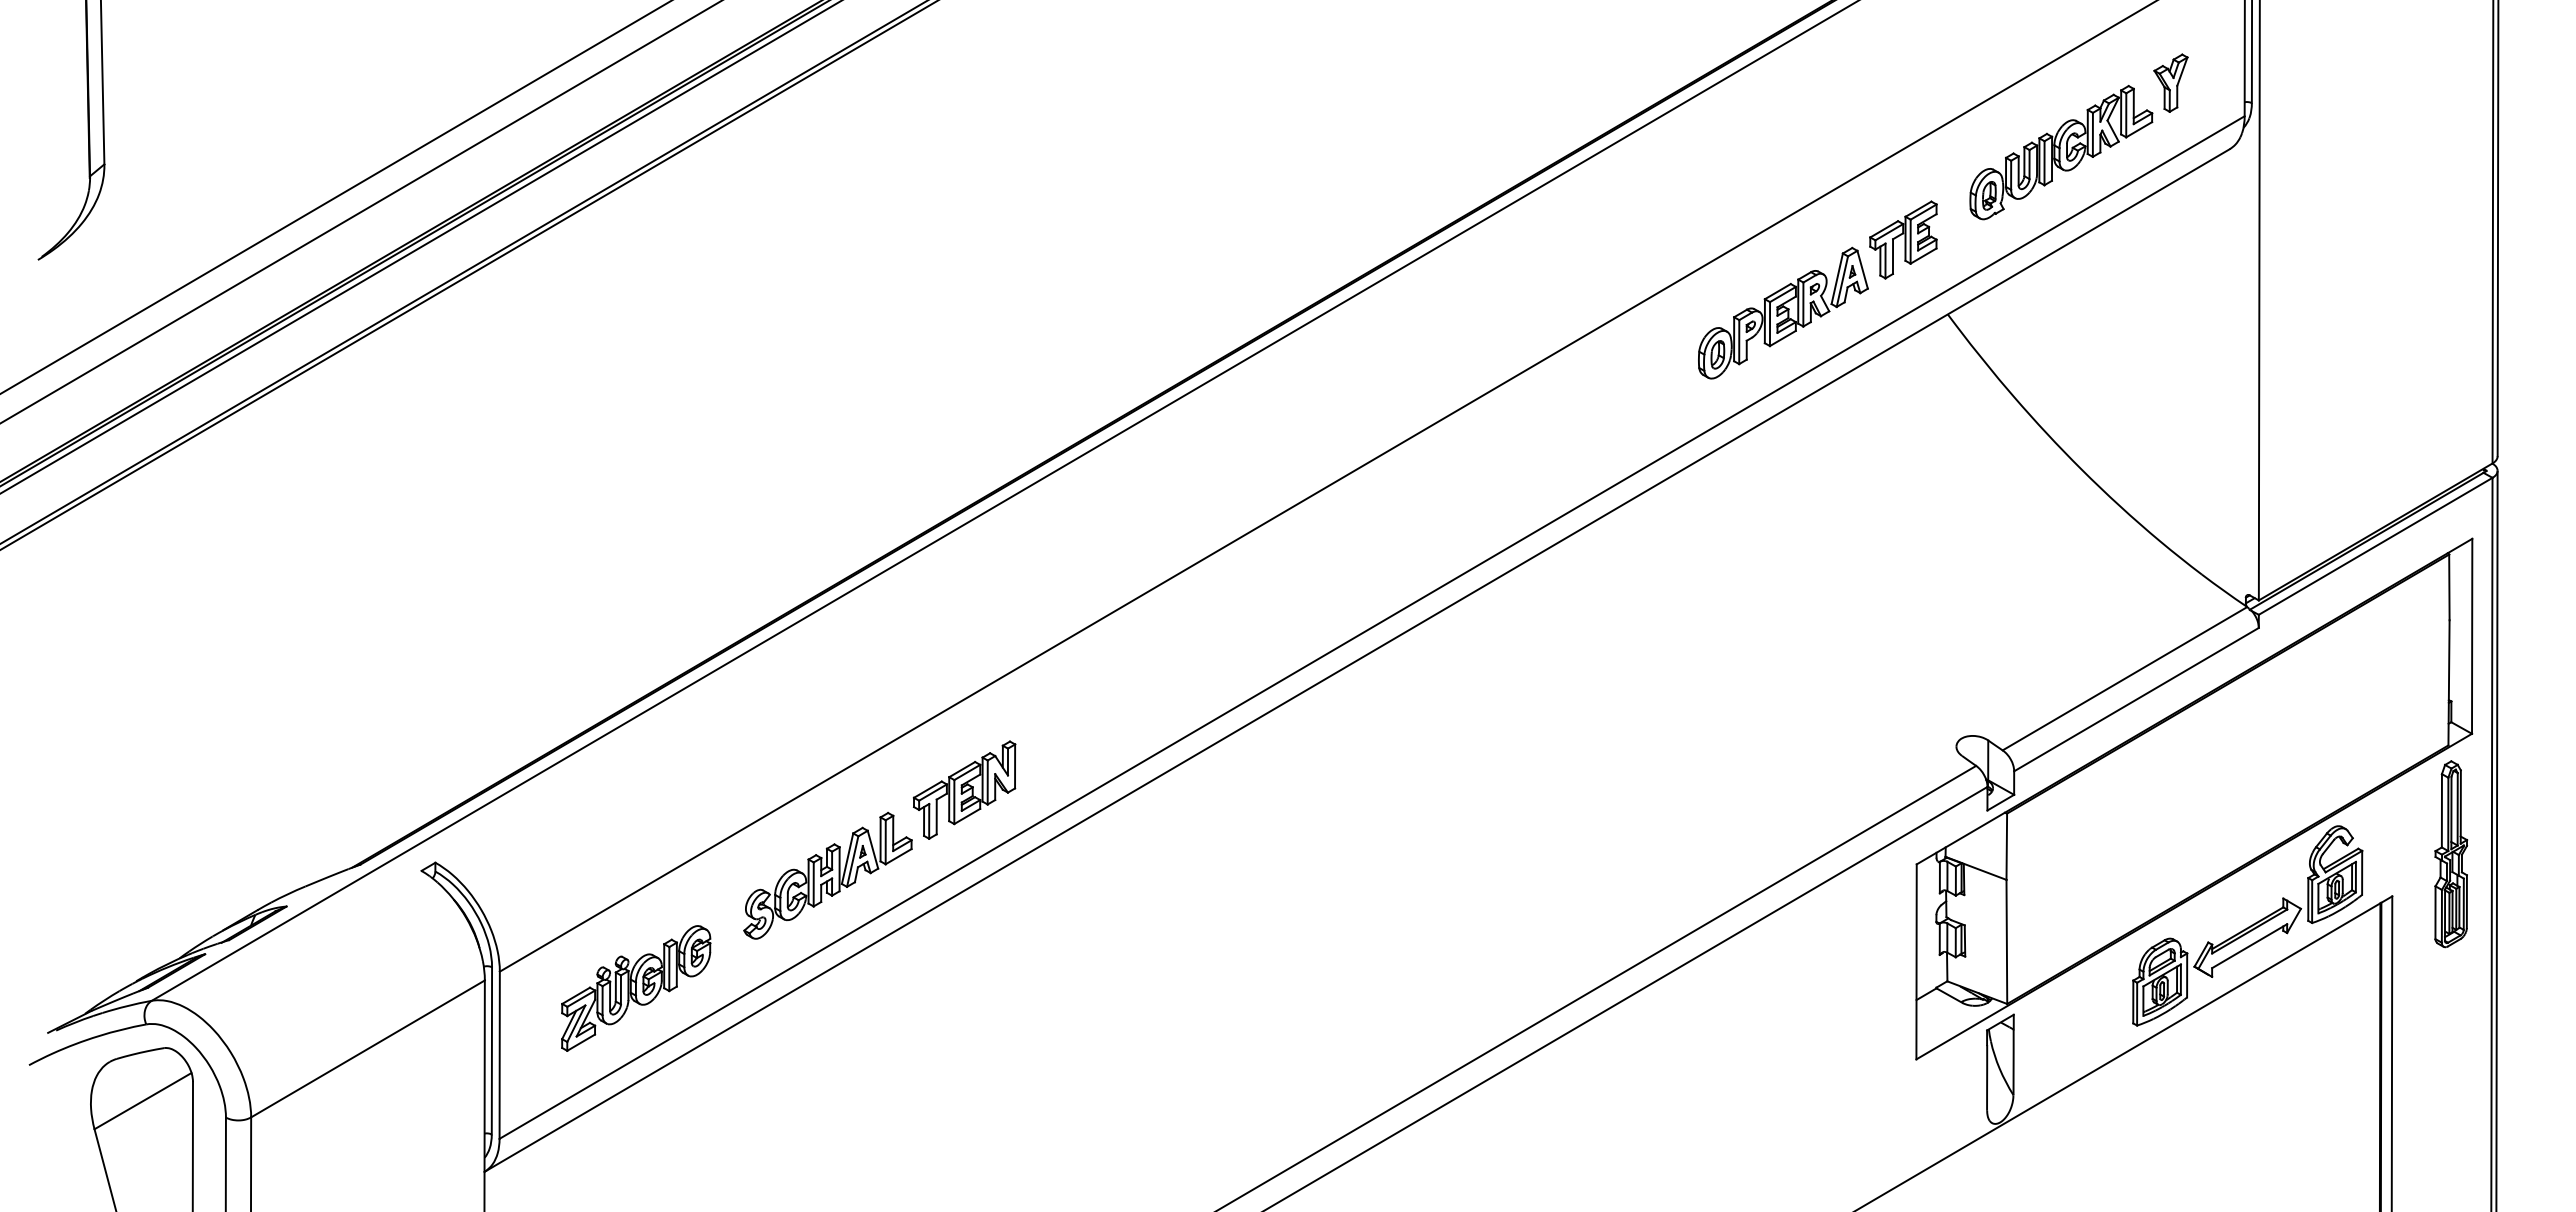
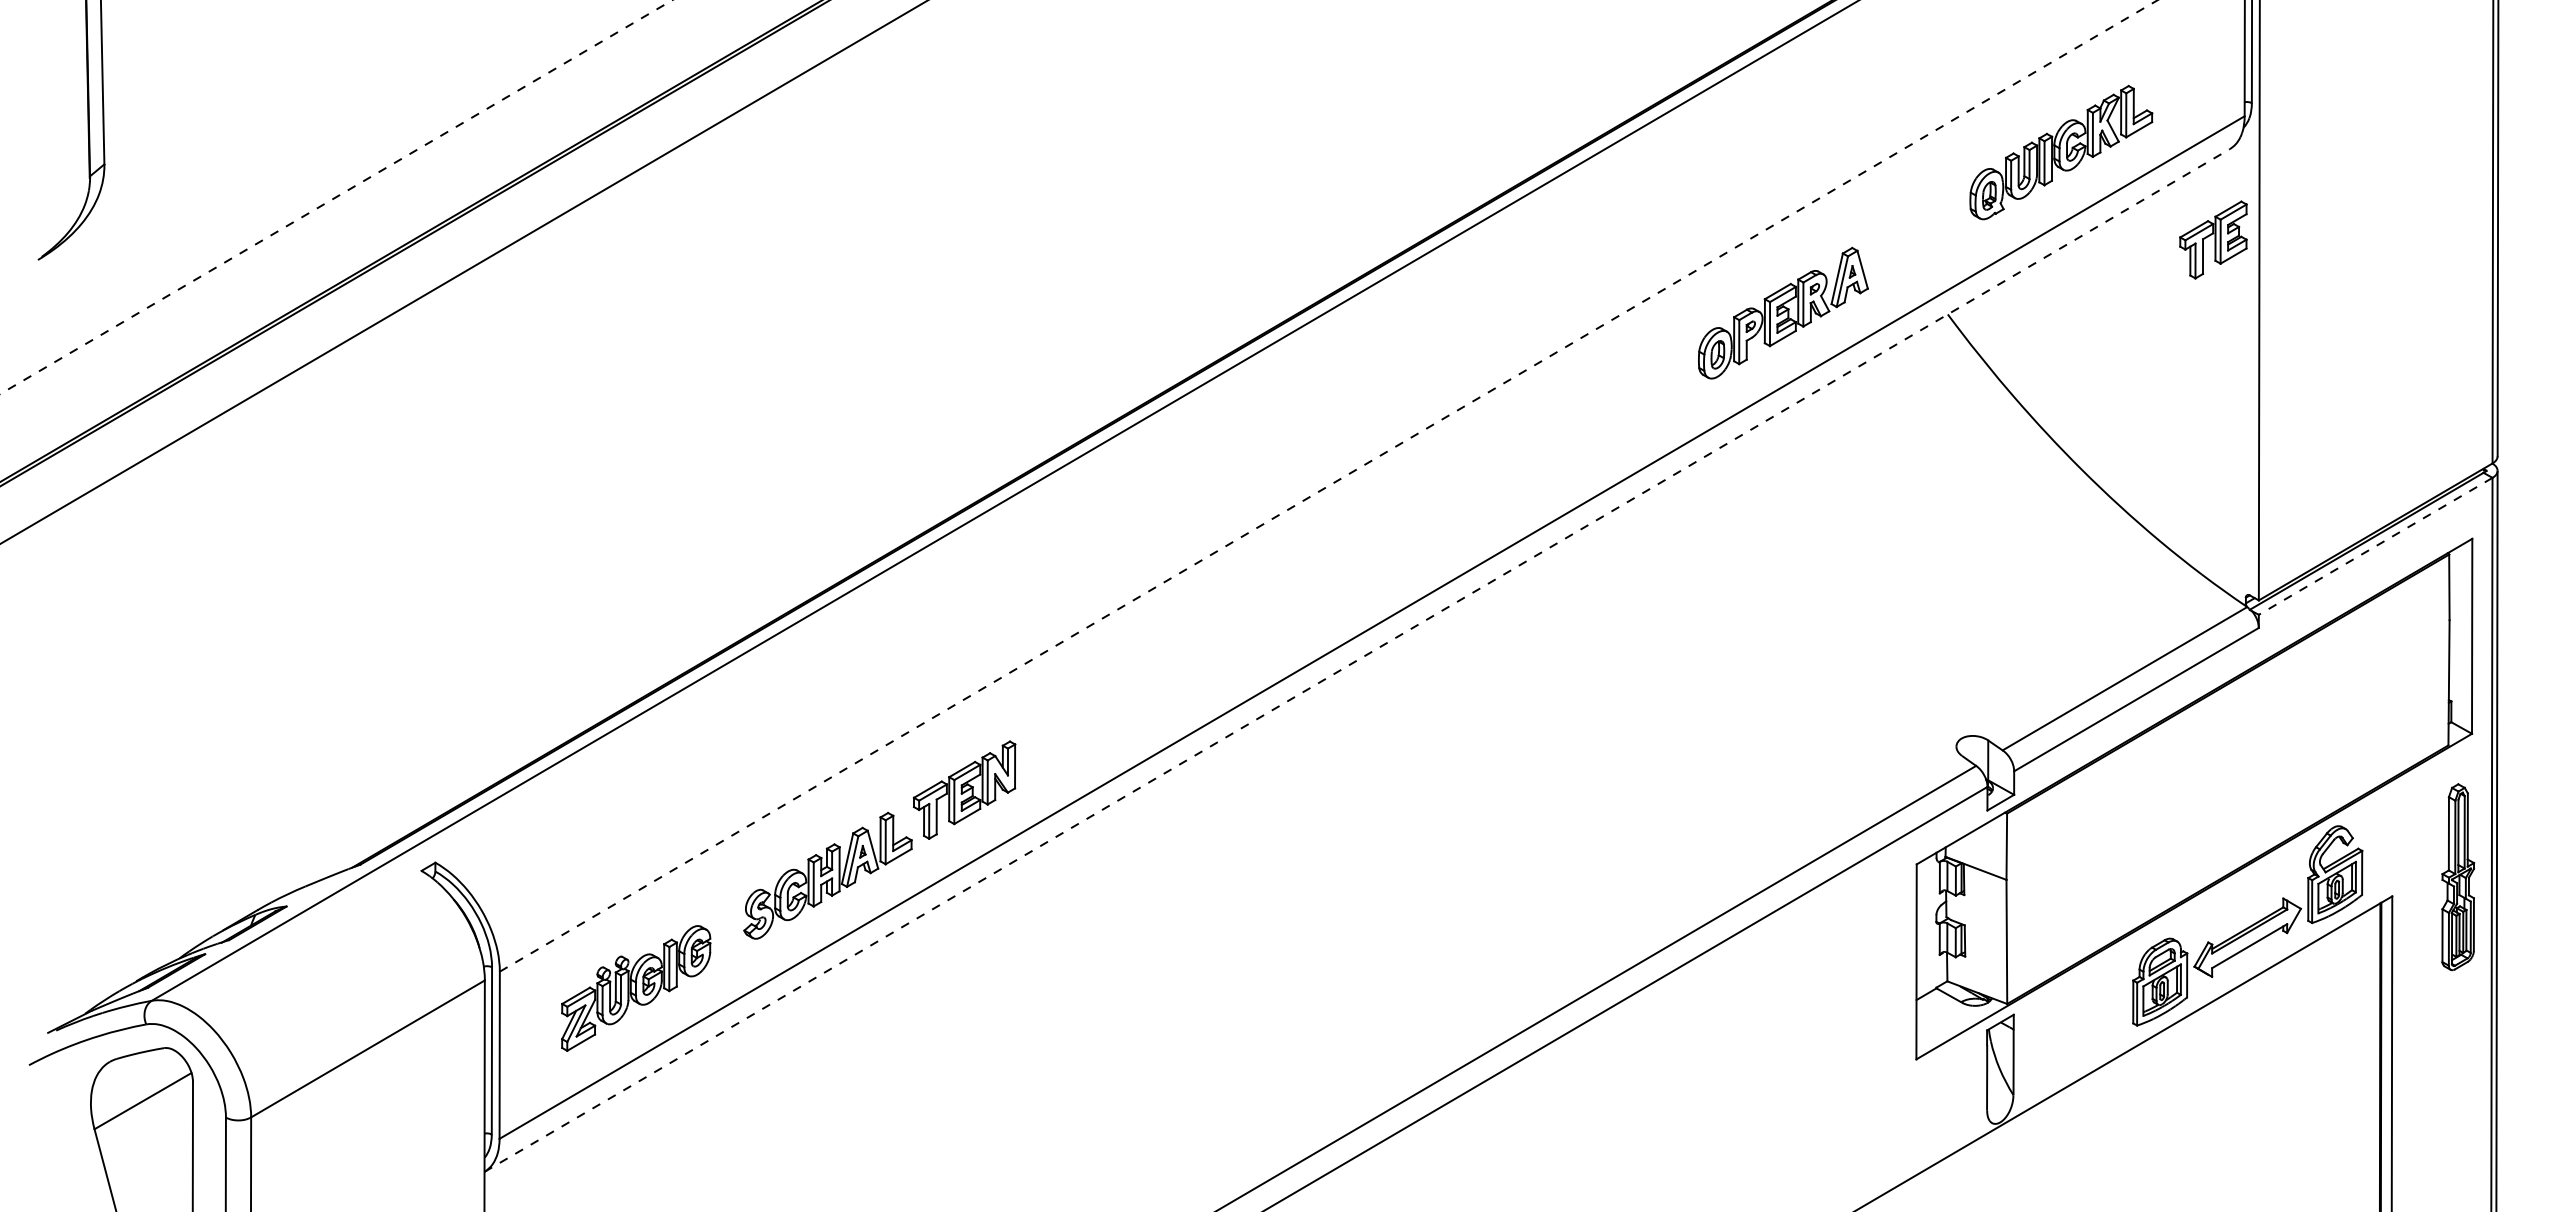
part at (2170, 82): present -> none
line at (336, 197): solid -> dashed
line at (360, 212): present -> none
part at (1903, 239) position: (1903, 239) -> (2213, 239)
line at (420, 247): present -> none
line at (468, 275): present -> none
line at (1328, 485): solid -> dashed
line at (2375, 546): solid -> dashed
line at (1357, 660): solid -> dashed
part at (2451, 854) position: (2451, 854) -> (2458, 877)
